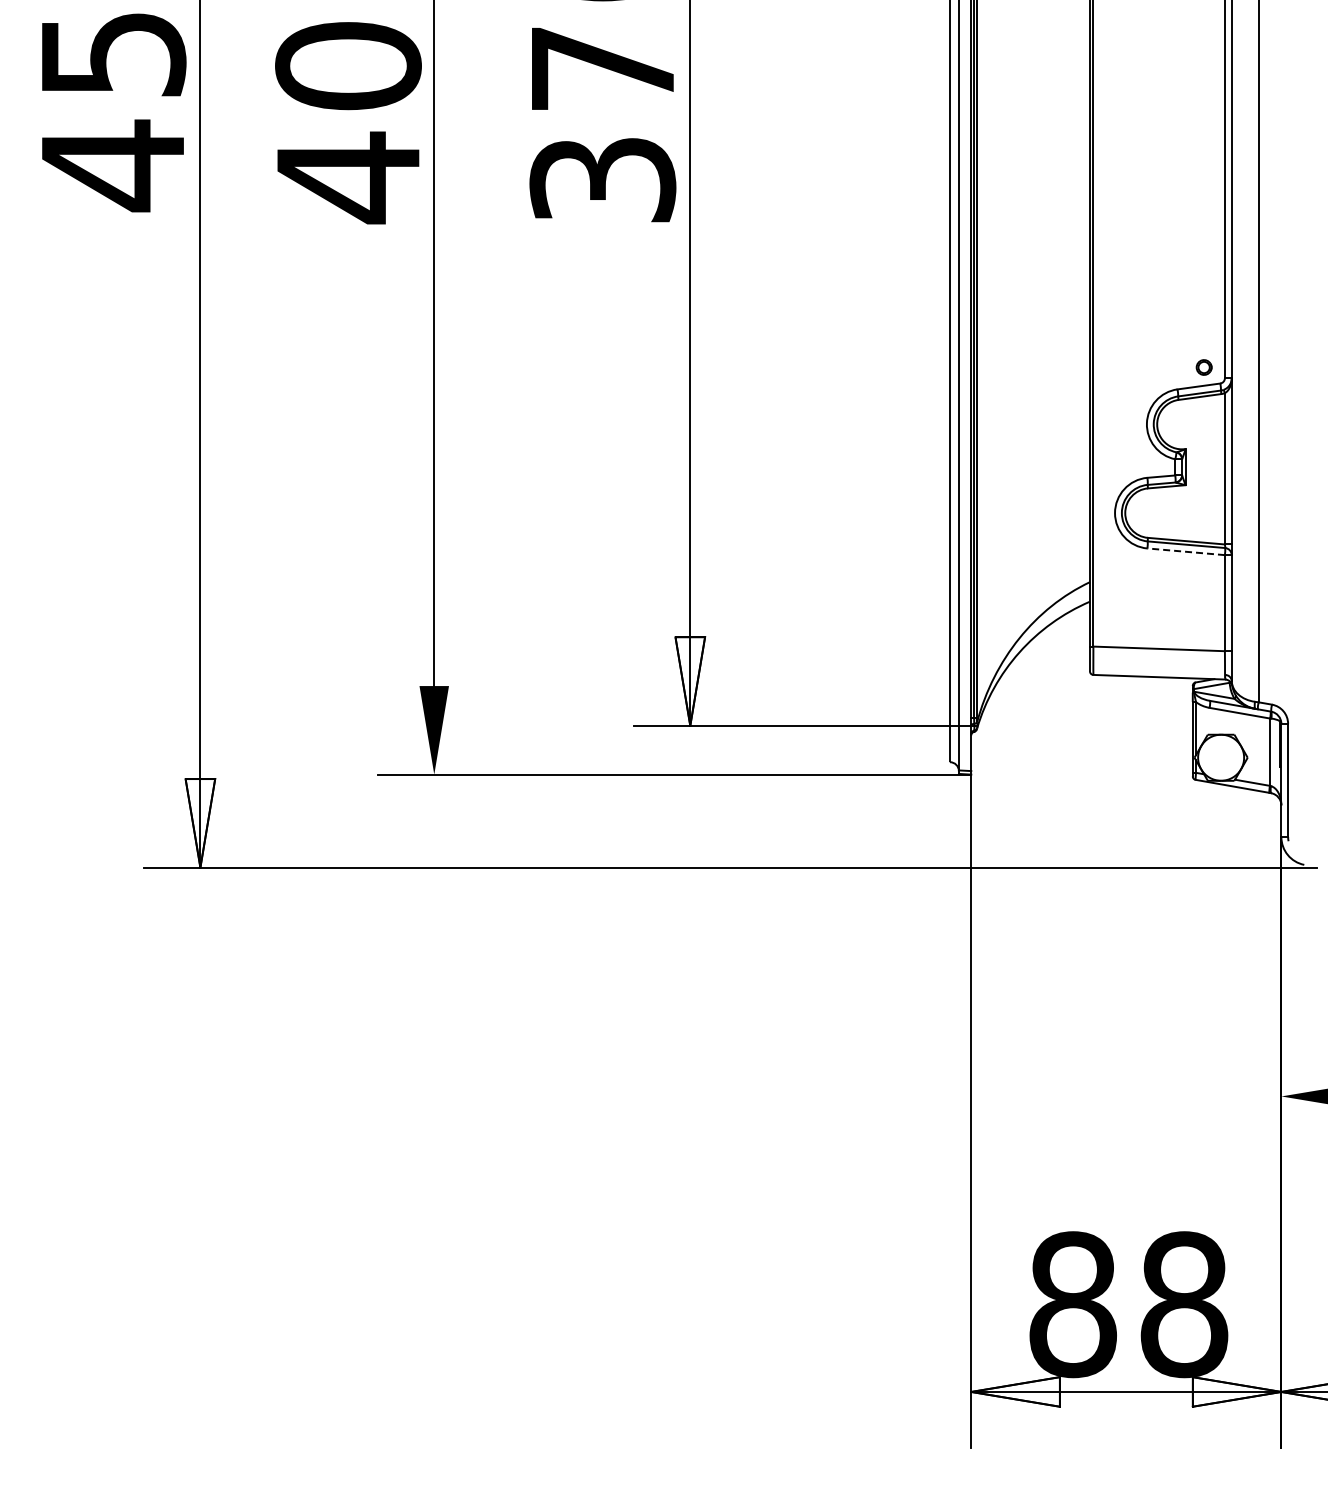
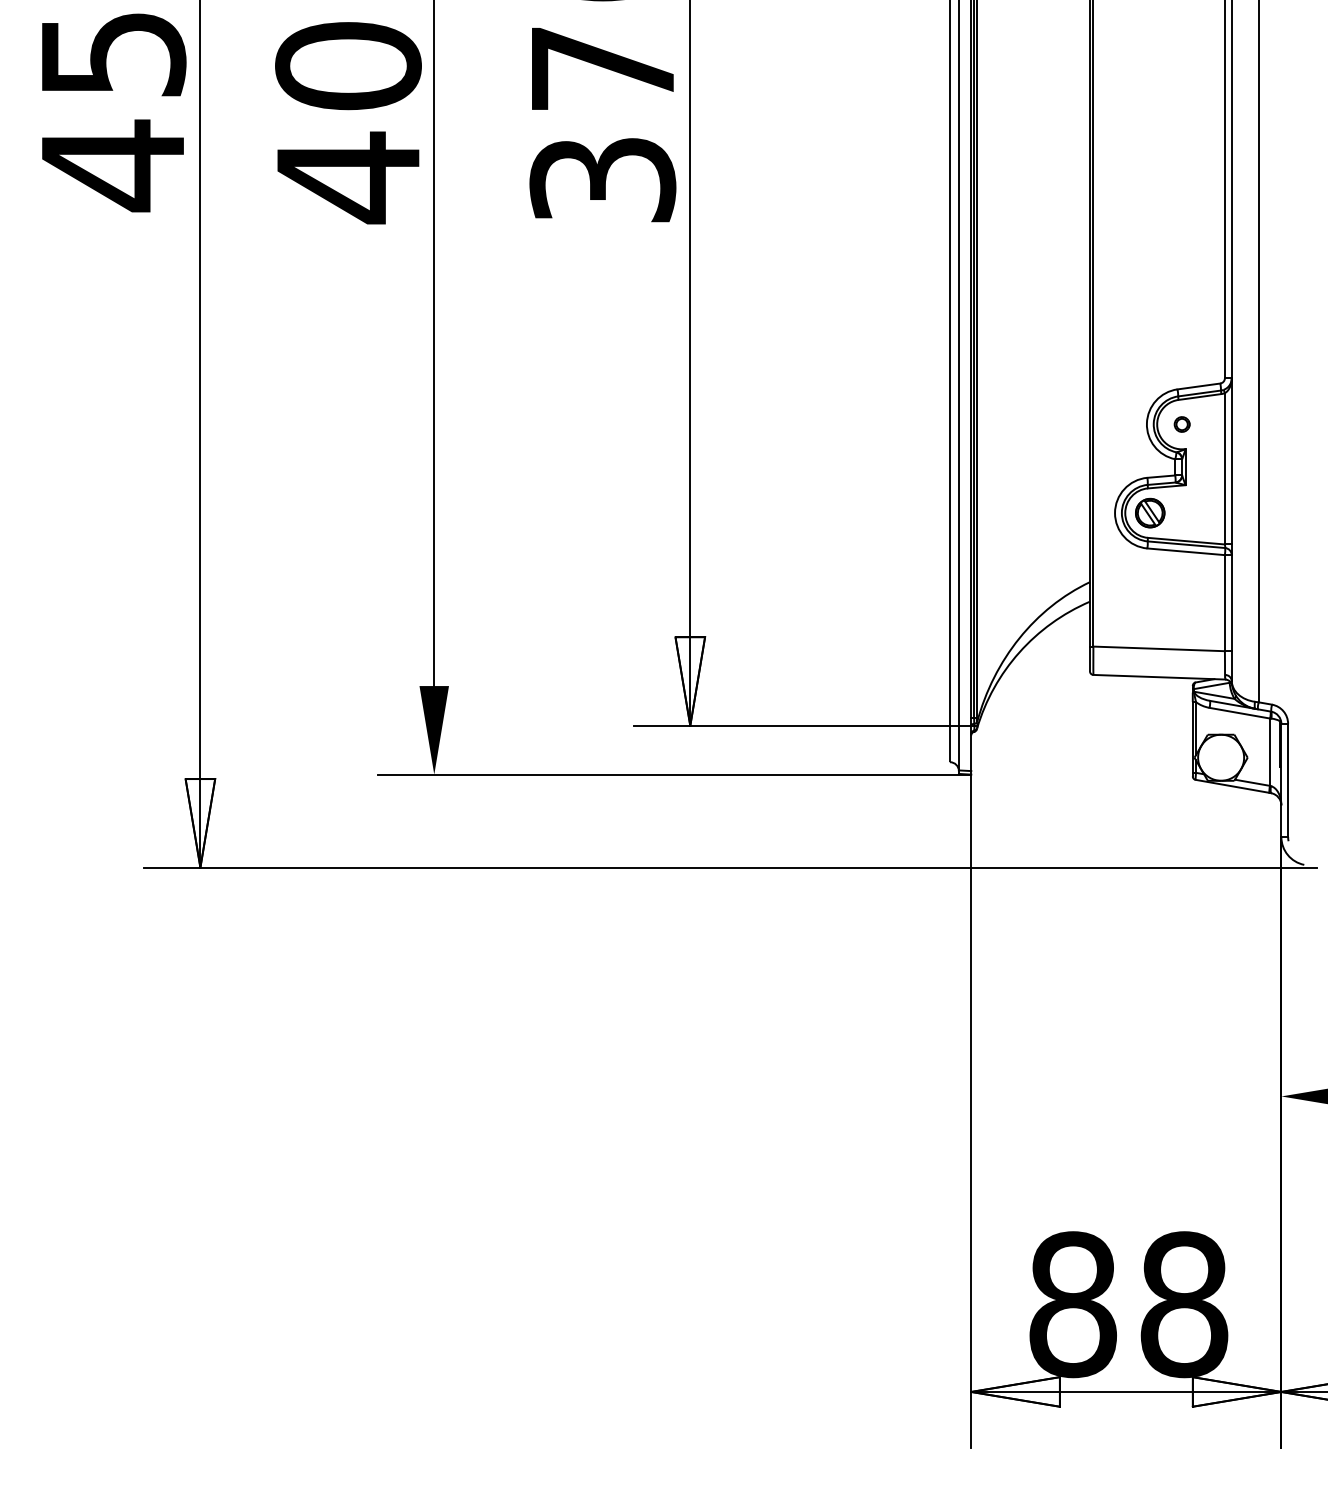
part at (1203, 367) position: (1203, 367) -> (1181, 424)
part at (1150, 512): none -> present
line at (1186, 551): dashed -> solid
